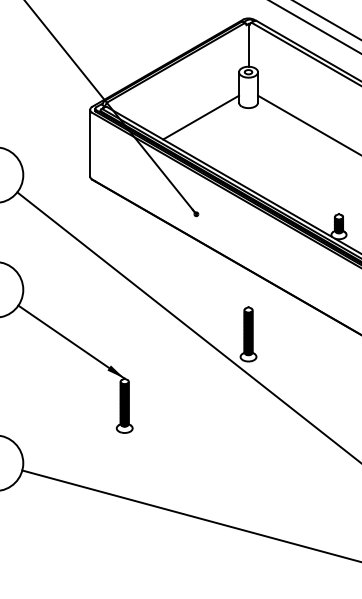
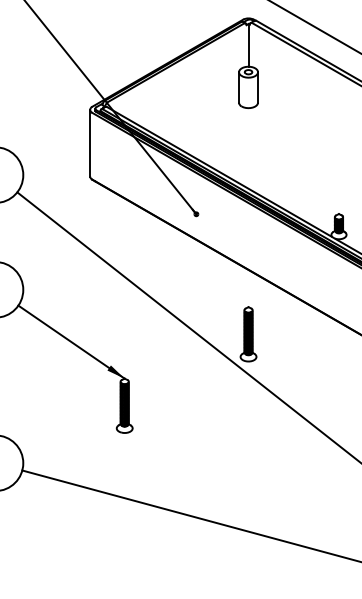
line at (326, 20): present -> none
line at (201, 117): present -> none
line at (308, 124): present -> none
